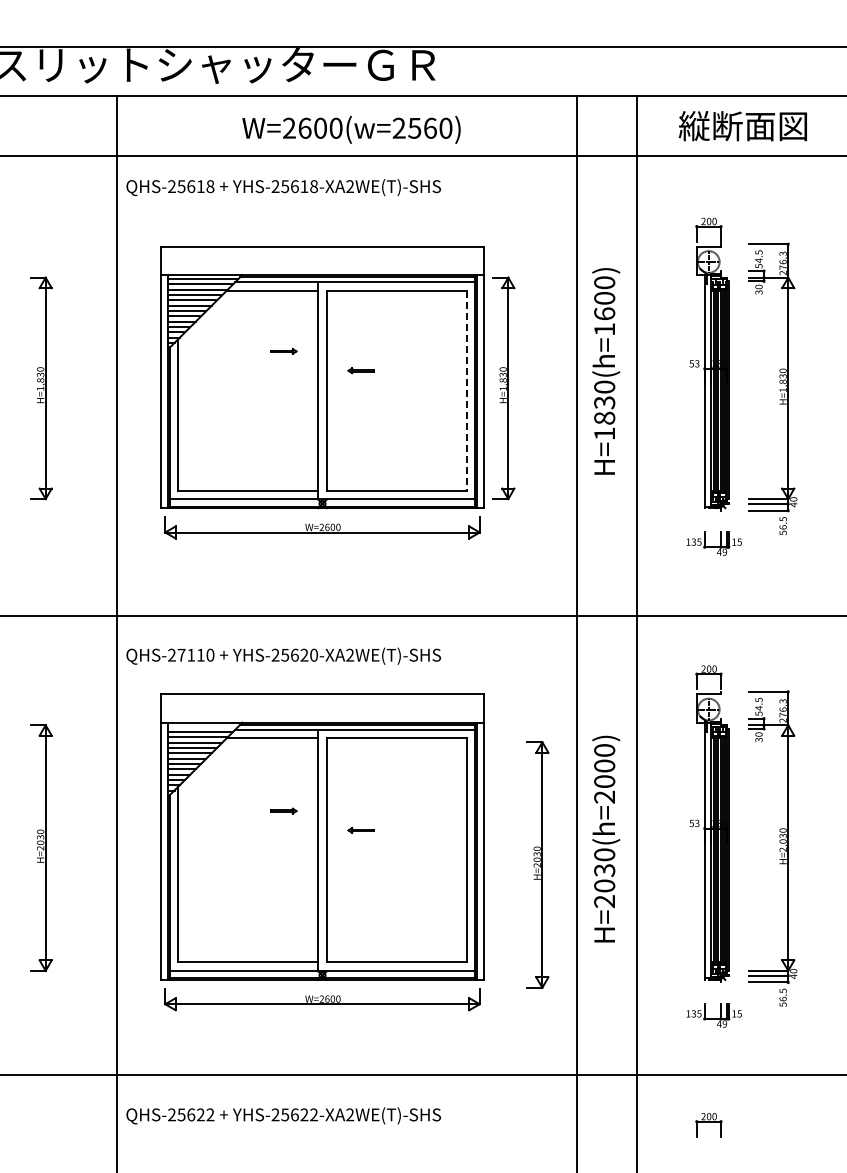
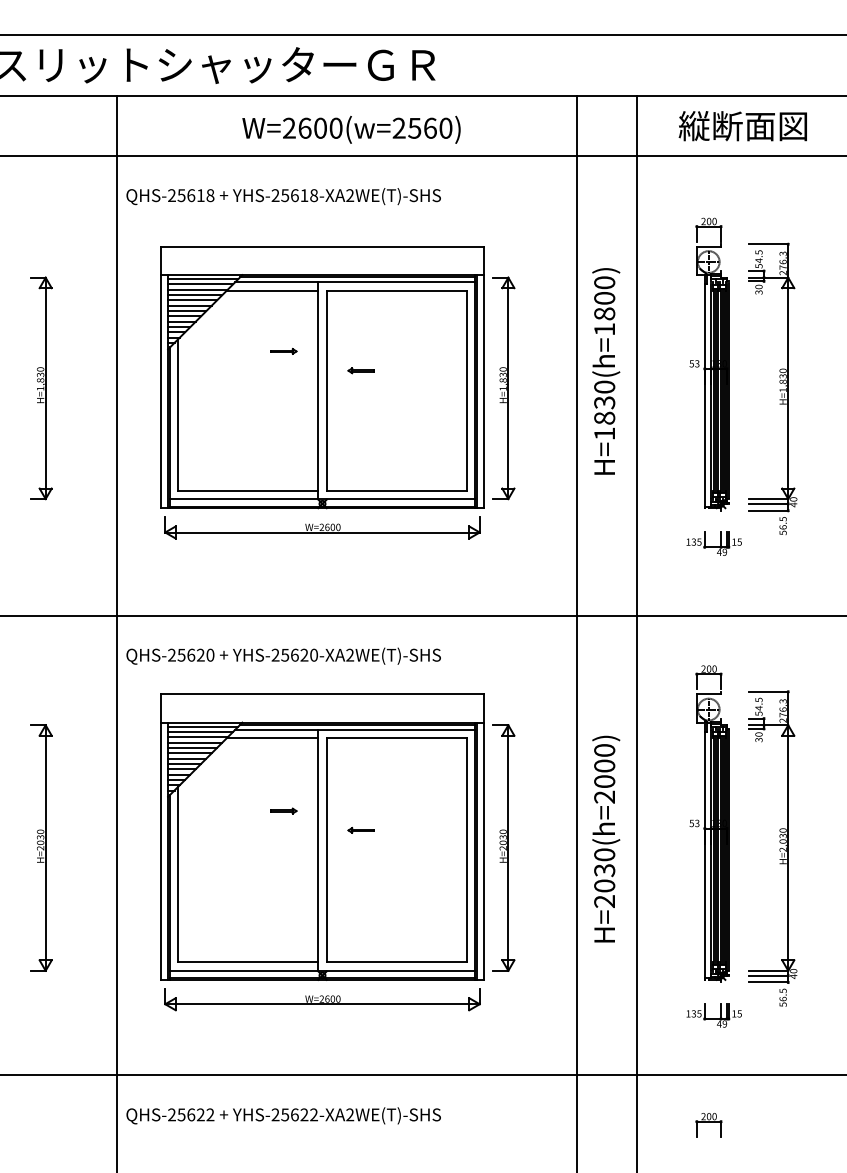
line at (422, 47) position: (422, 47) -> (422, 35)
text at (283, 187) position: (283, 187) -> (283, 196)
text at (604, 313): H=1830(h=1600) -> H=1830(h=1800)
line at (466, 390): dashed -> solid
text at (190, 654): QHS-27110 -> QHS-25620
line at (203, 726): none -> present
part at (537, 864) position: (537, 864) -> (503, 847)
